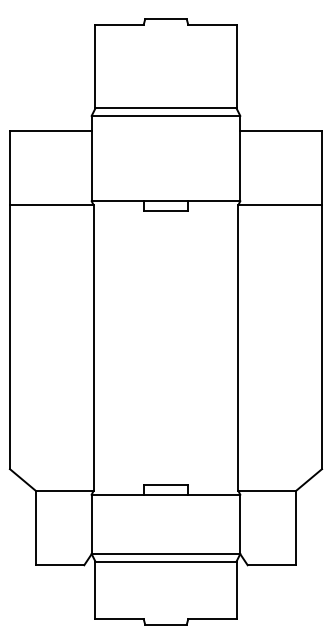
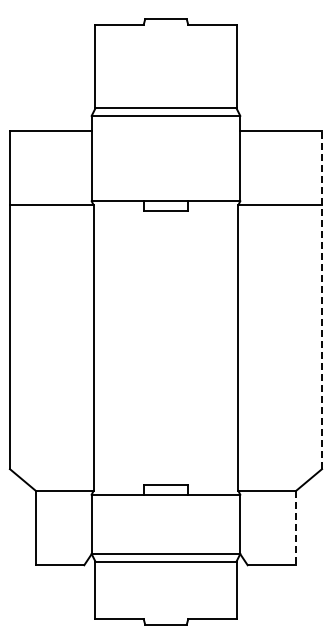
line at (322, 299): solid -> dashed
line at (296, 528): solid -> dashed
